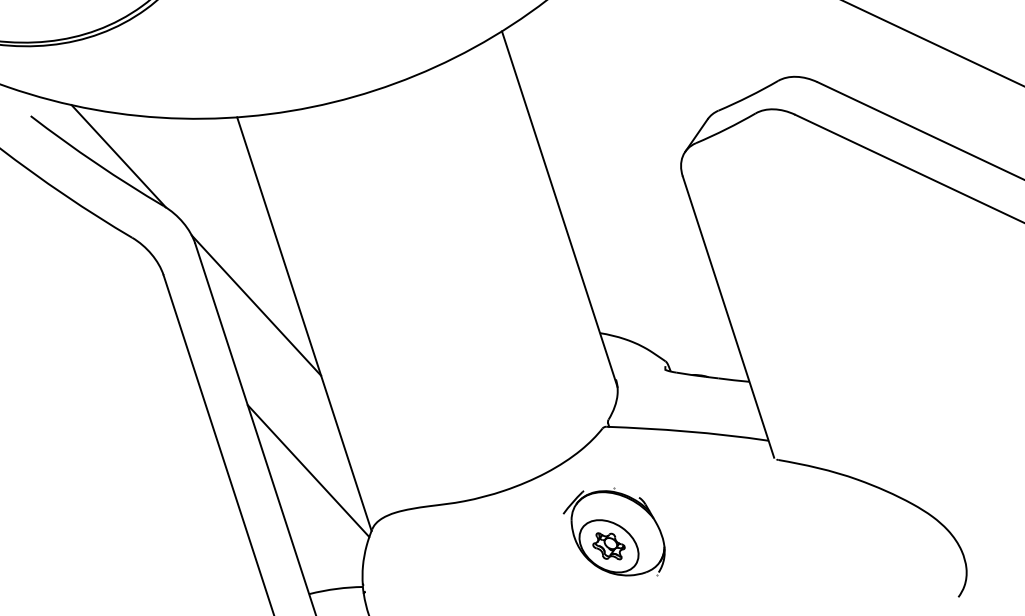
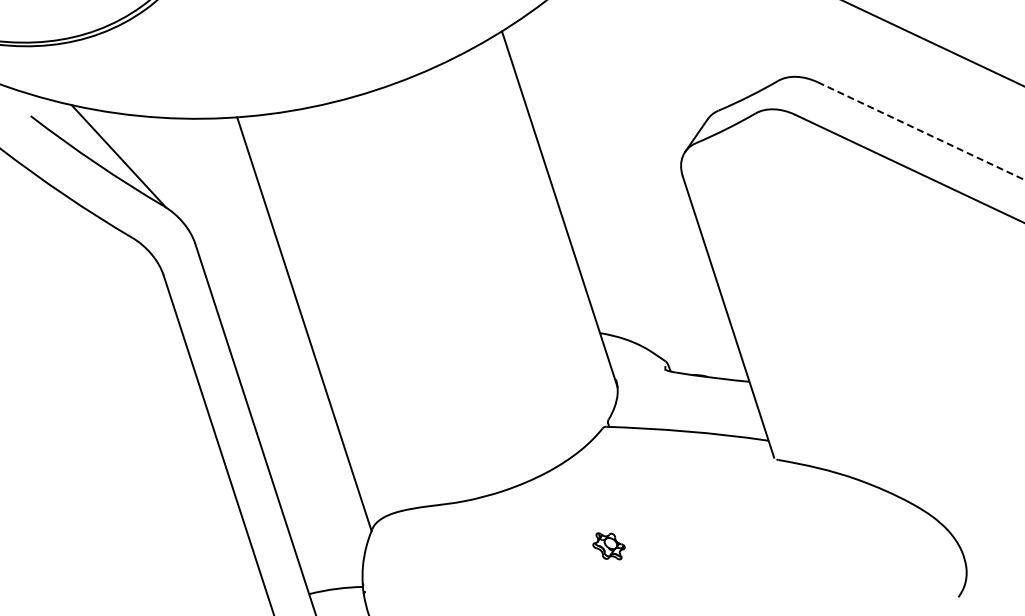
line at (921, 131): solid -> dashed
line at (256, 305): present -> none
line at (308, 471): present -> none
part at (613, 531): present -> none
